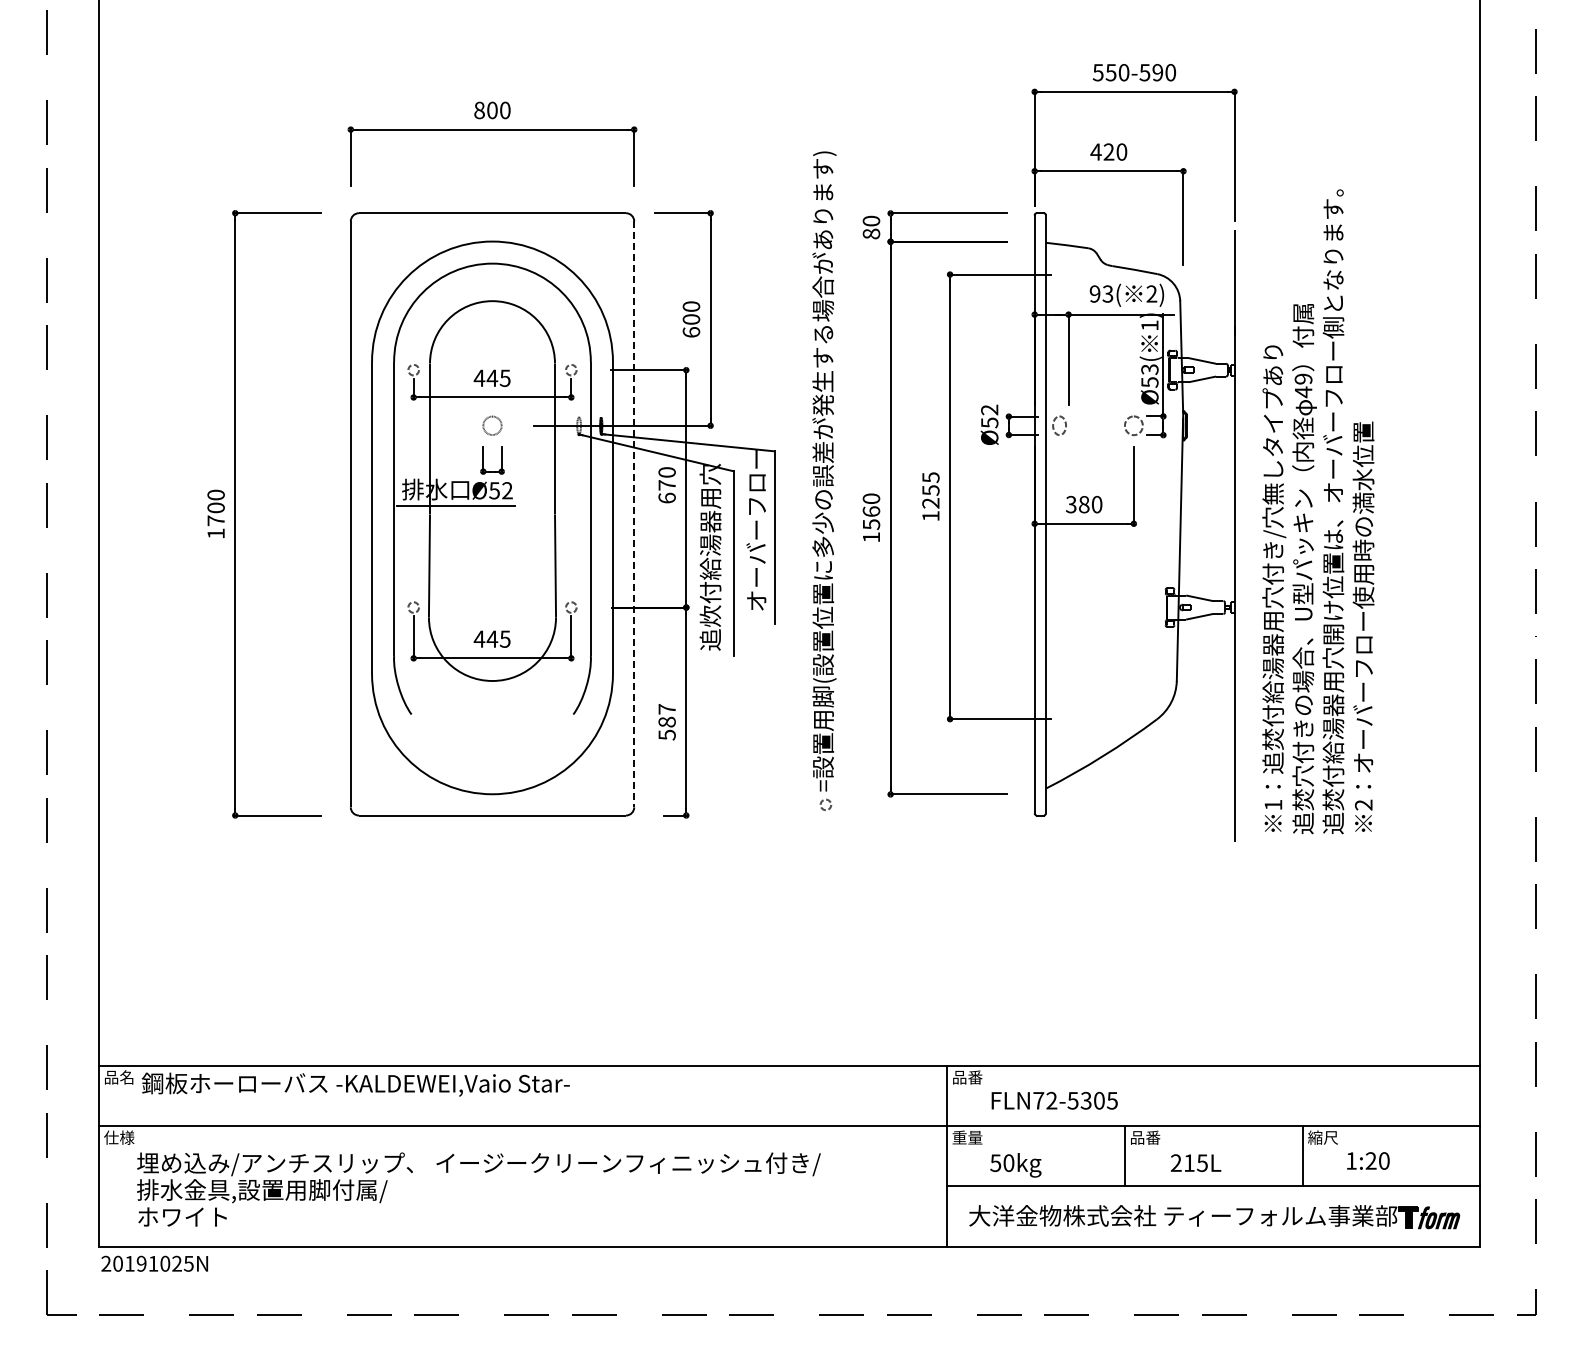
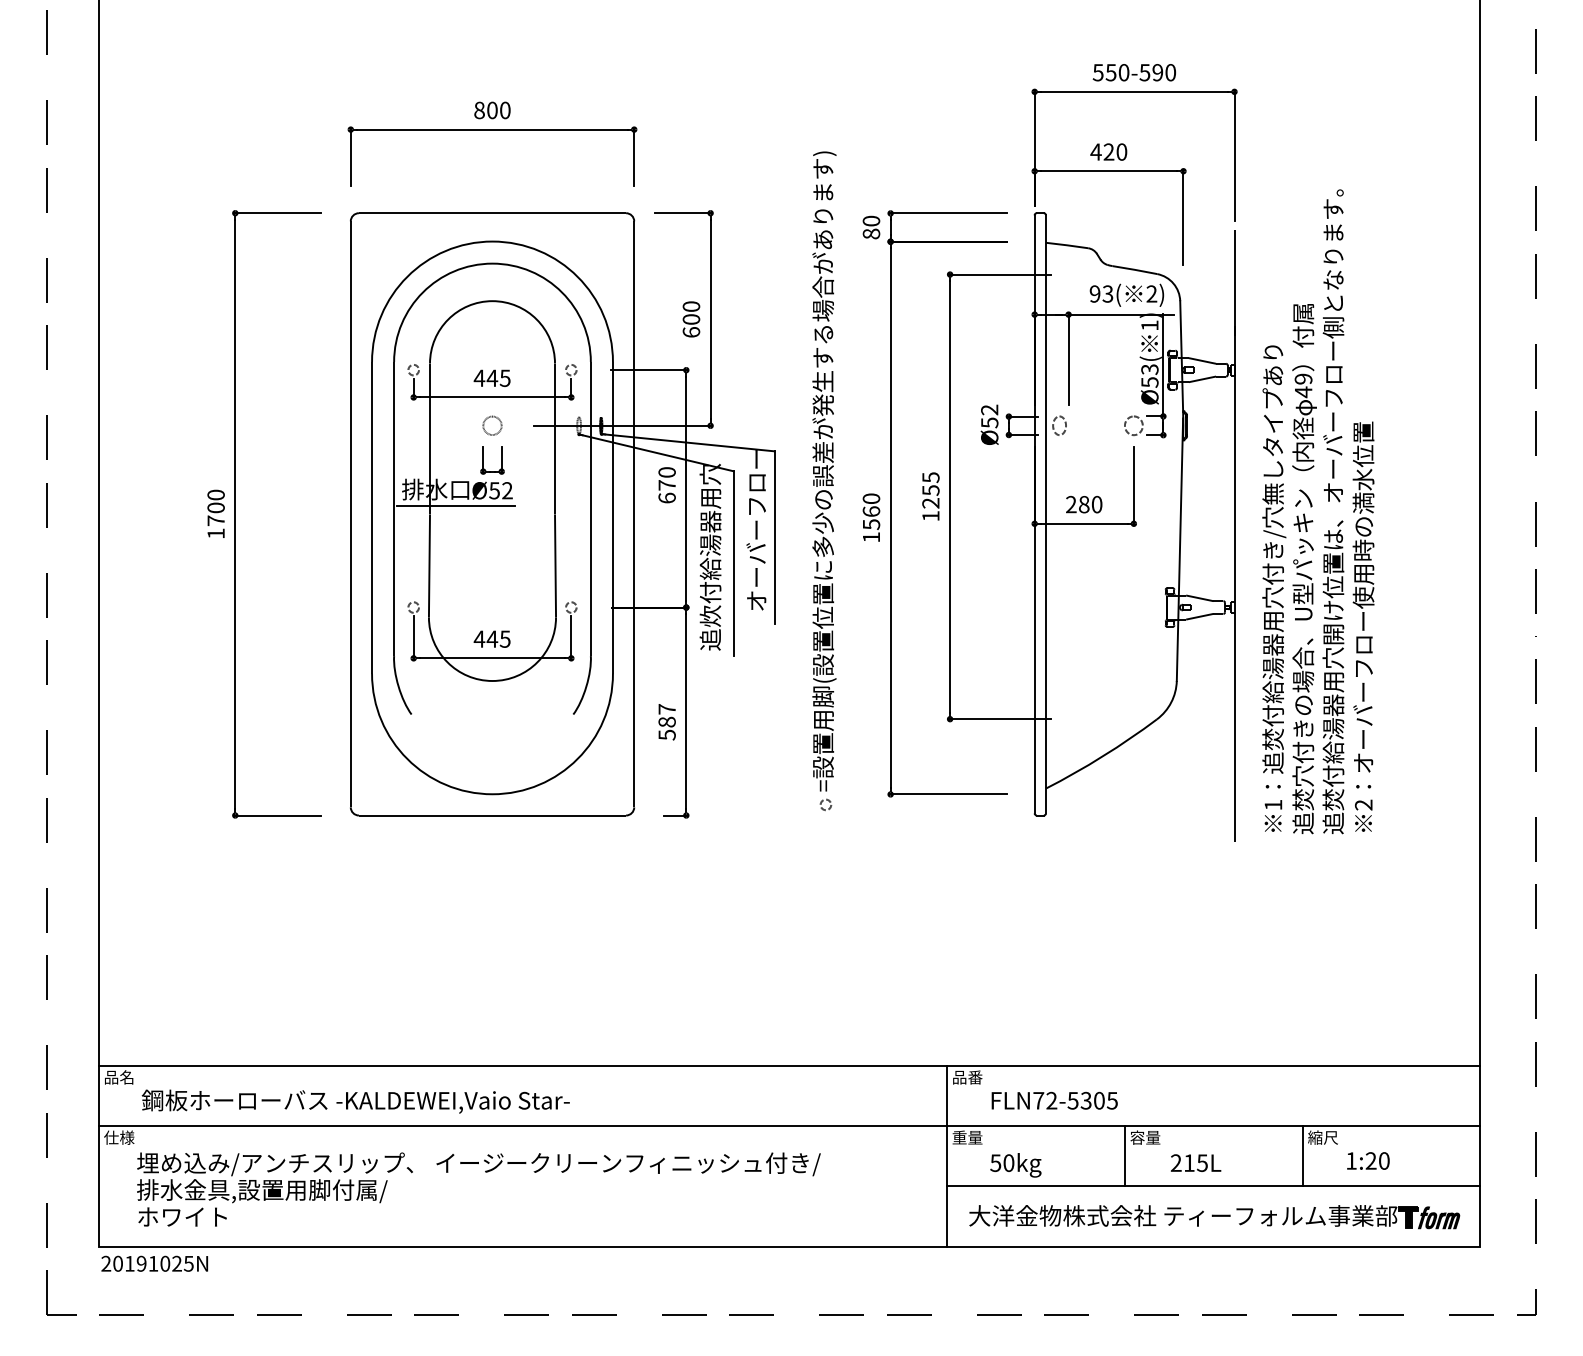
text at (1070, 504): 380 -> 280
line at (634, 514): dashed -> solid
text at (355, 1084) position: (355, 1084) -> (355, 1101)
text at (1145, 1137): 品番 -> 容量
